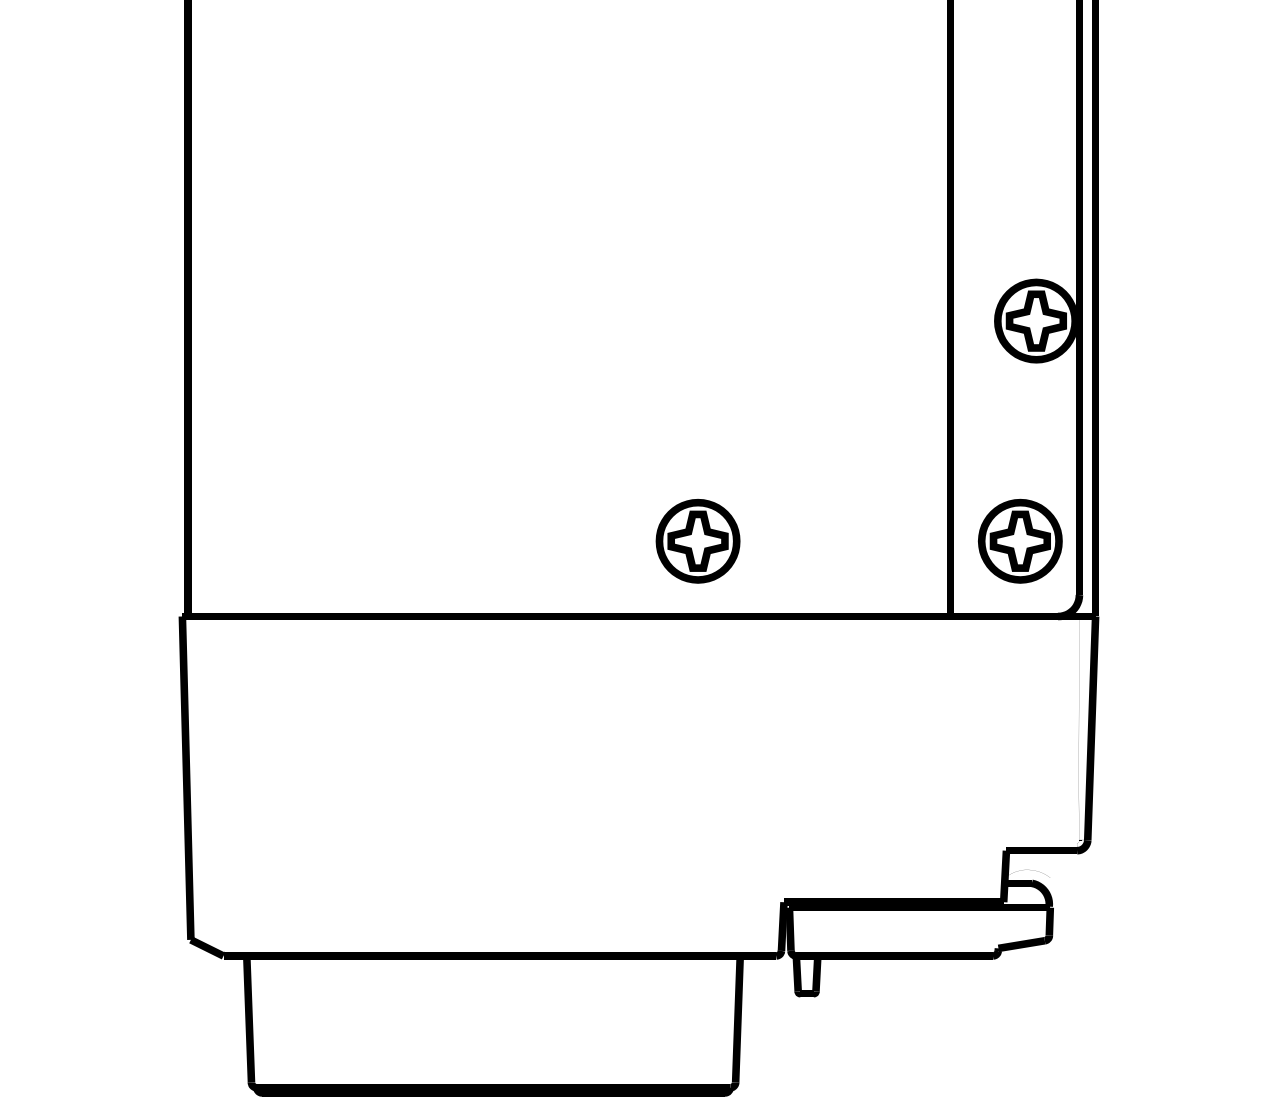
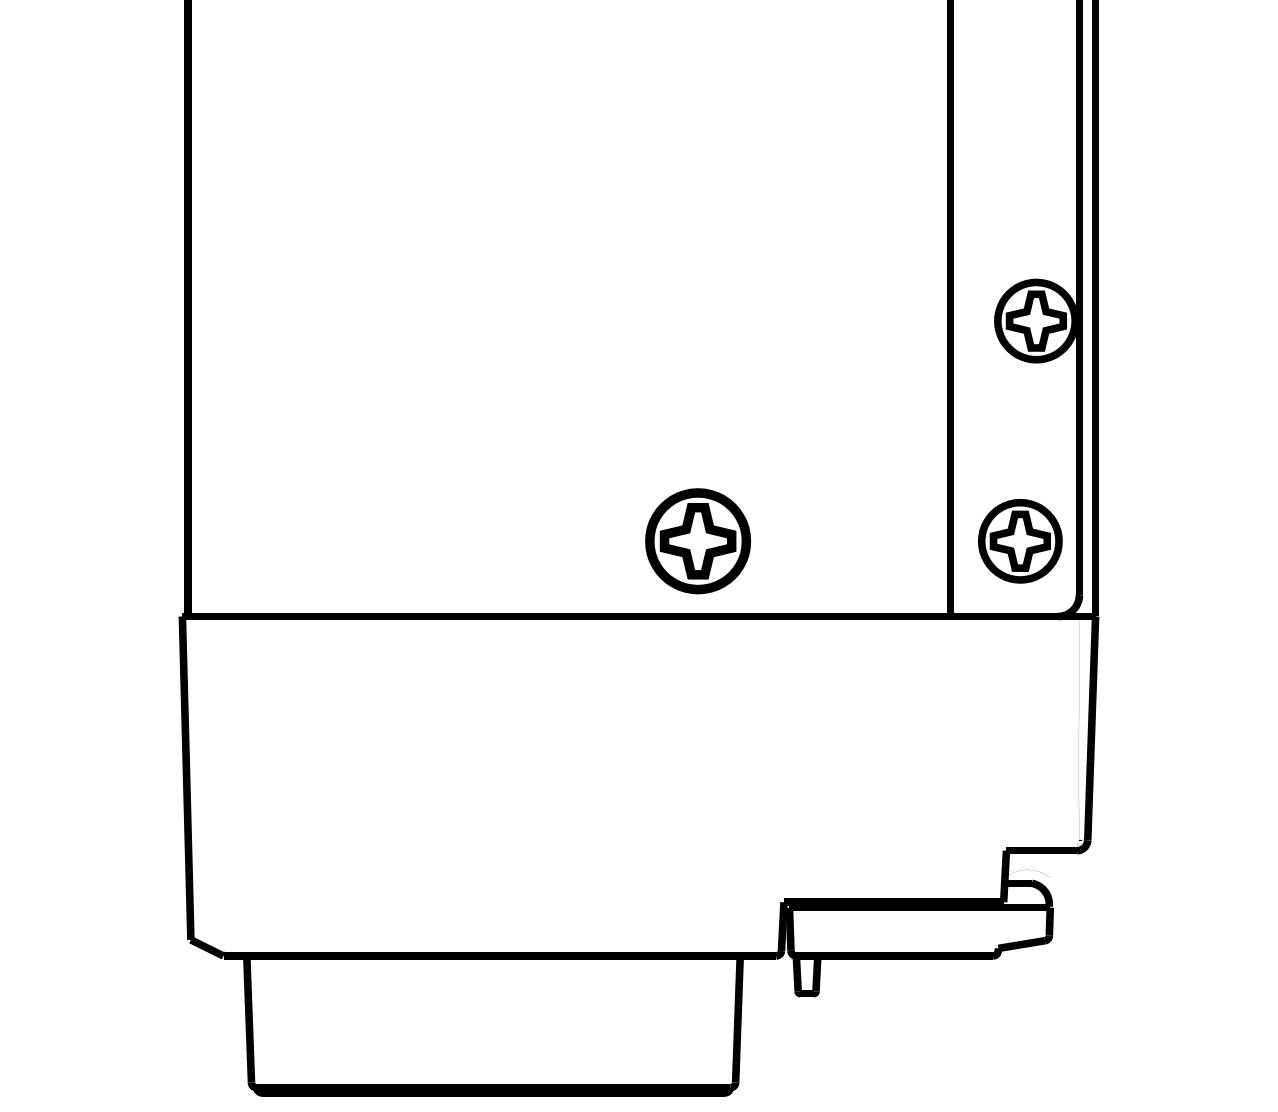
part at (697, 541) size: 86x85 px -> 107x107 px
